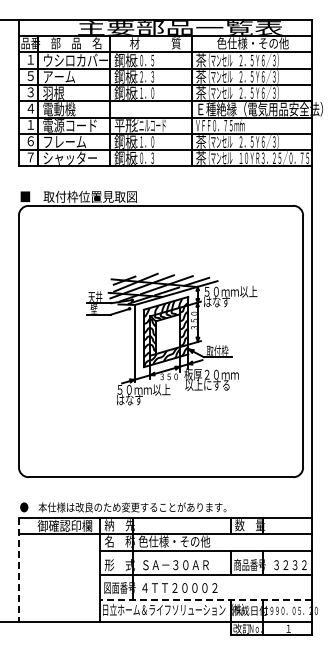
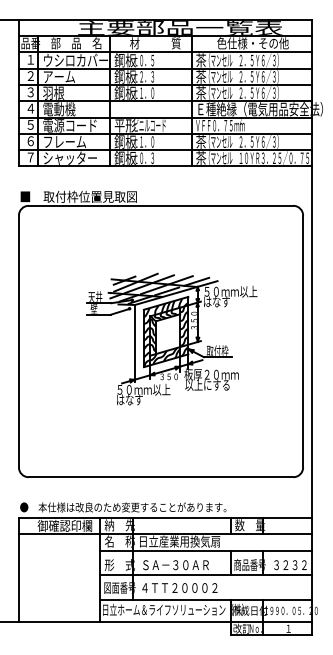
text at (30, 76): ５ -> ２
text at (30, 124): １ -> ５
text at (179, 541): 色仕様・その他 -> 日立産業用換気扇
line at (18, 570): dashed -> solid
line at (206, 599): dashed -> solid
